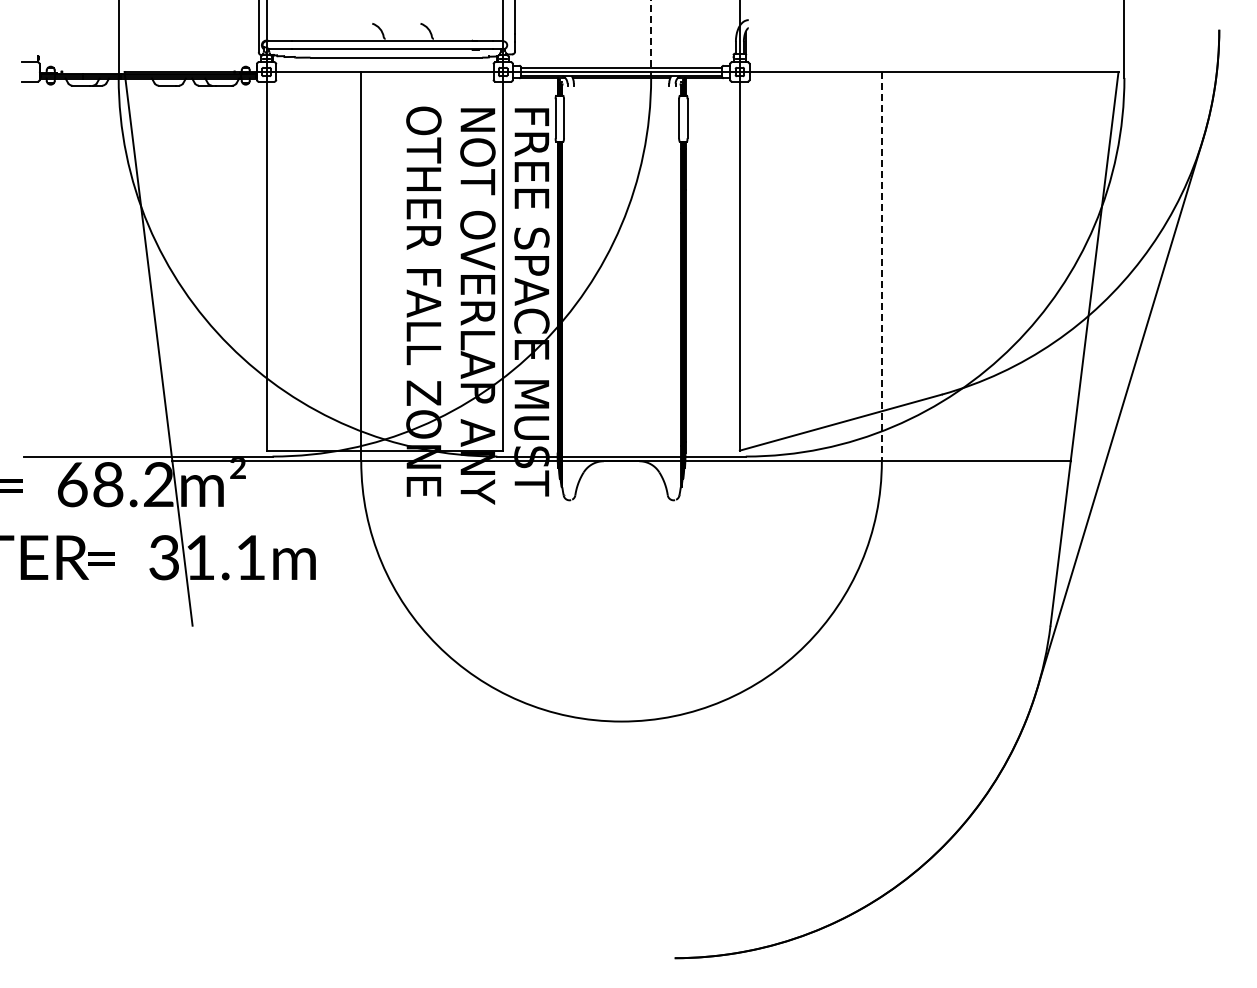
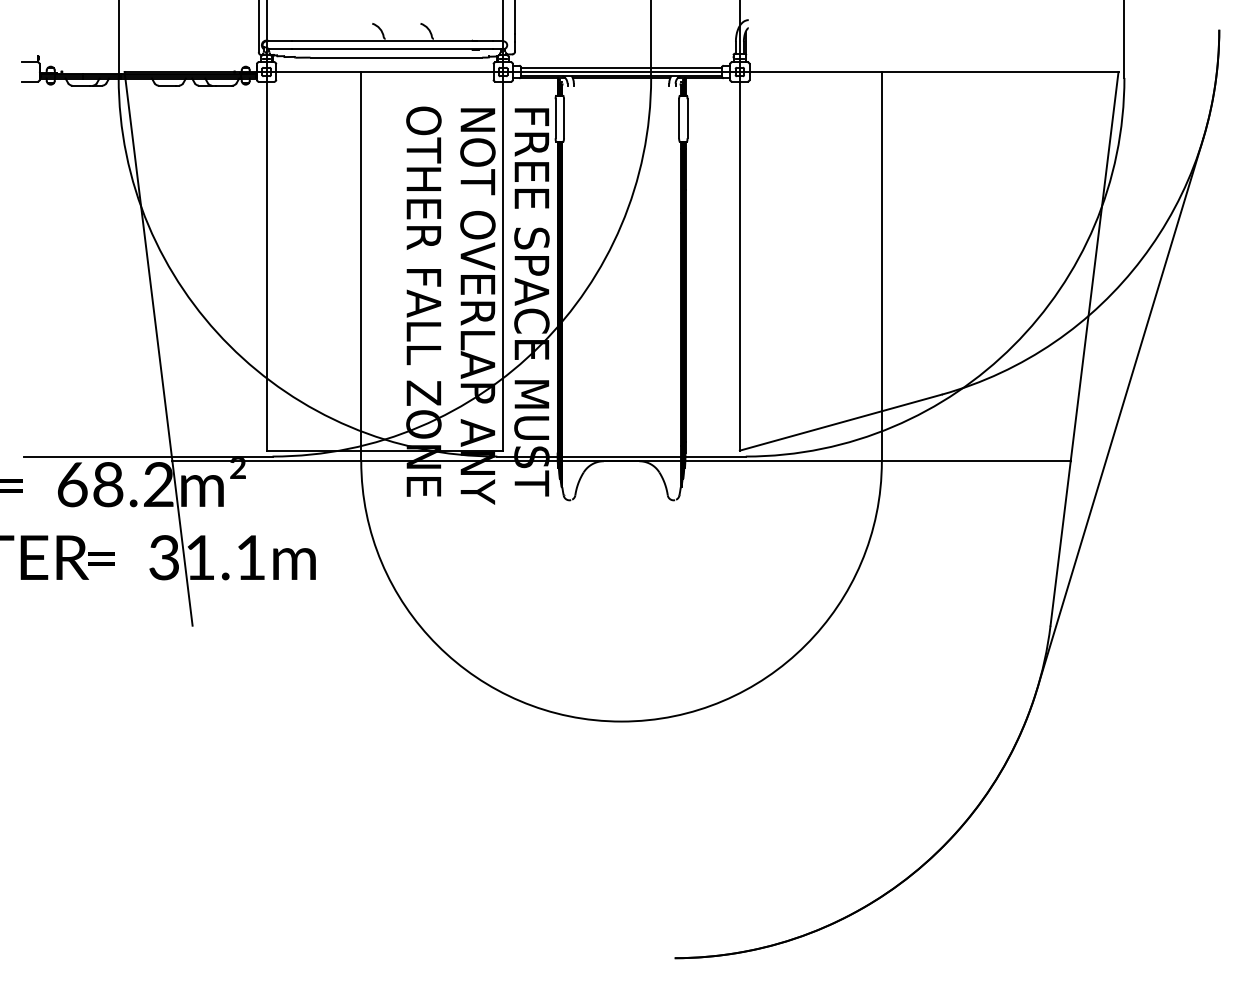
line at (651, 39): dashed -> solid
line at (881, 266): dashed -> solid
